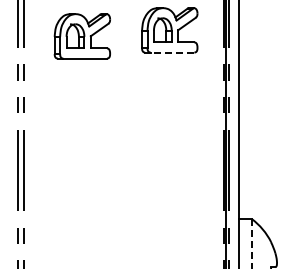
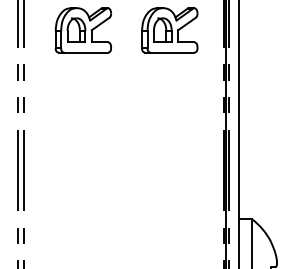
part at (81, 36) position: (81, 36) -> (82, 30)
line at (172, 52): dashed -> solid
line at (251, 243): dashed -> solid
